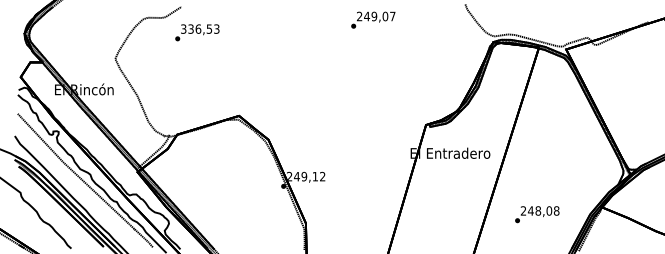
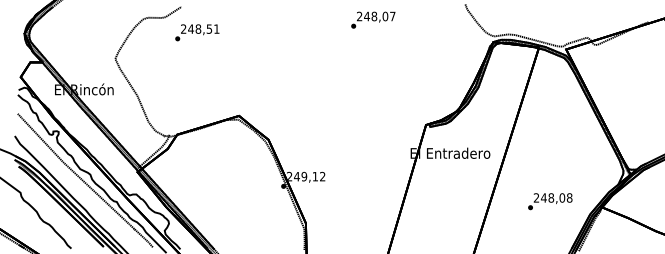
text at (374, 16): 249,07 -> 248,07
text at (200, 28): 336,53 -> 248,51
text at (537, 214) position: (537, 214) -> (550, 201)
